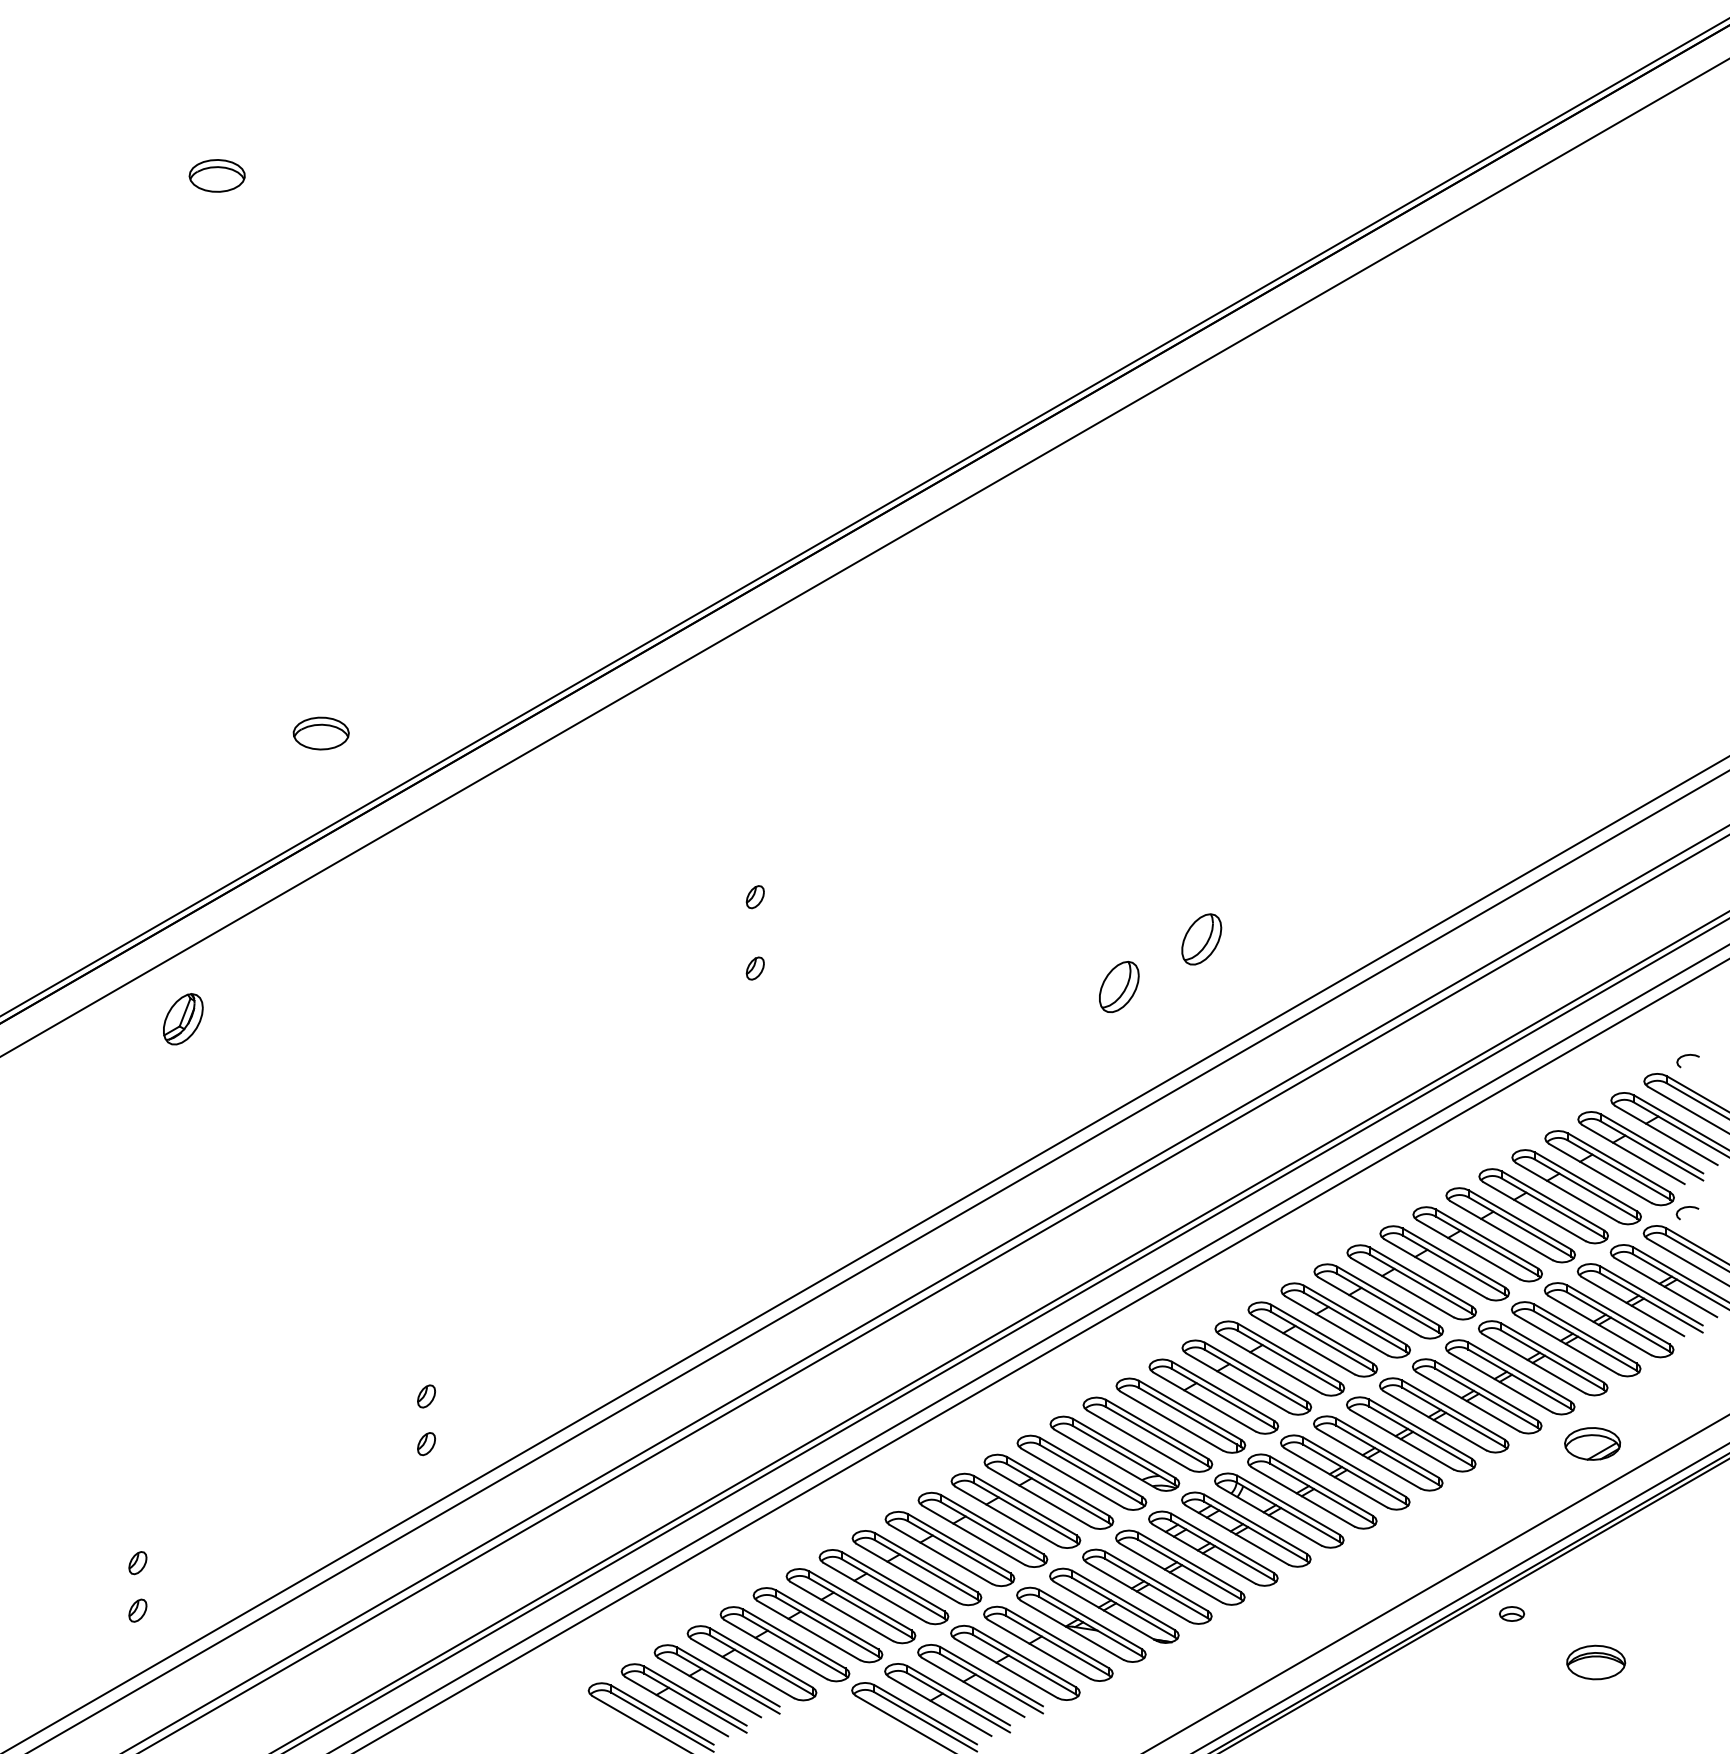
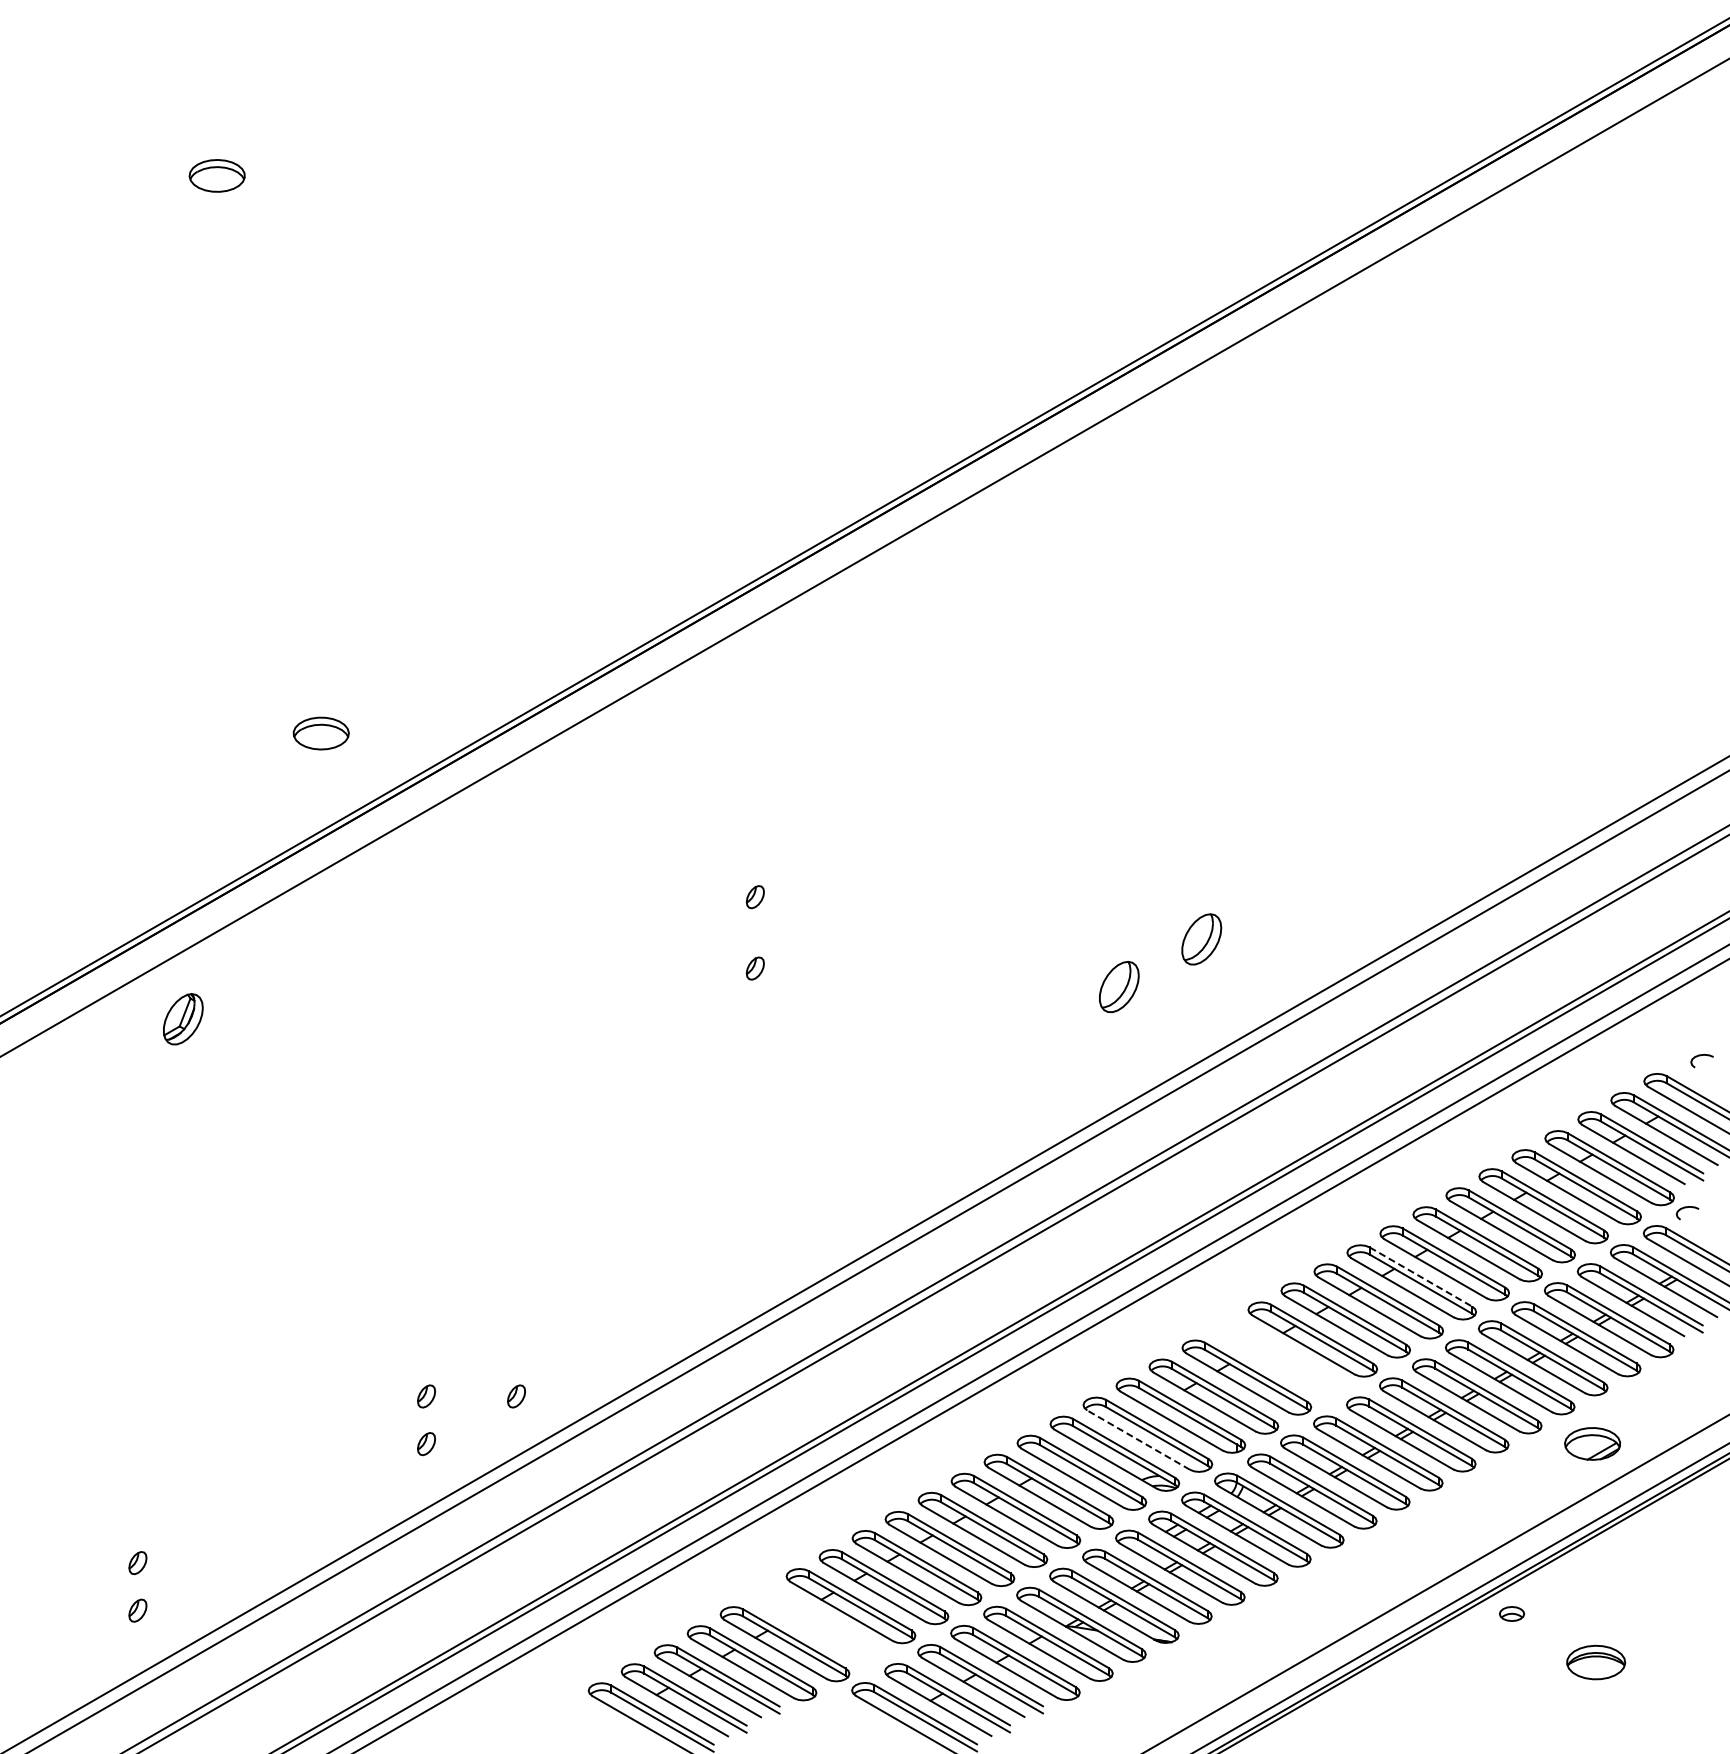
curve at (1686, 1056) position: (1686, 1056) -> (1700, 1056)
line at (1421, 1277): solid -> dashed
part at (1279, 1358): present -> none
part at (516, 1396): none -> present
line at (1138, 1439): solid -> dashed
part at (817, 1625): present -> none
